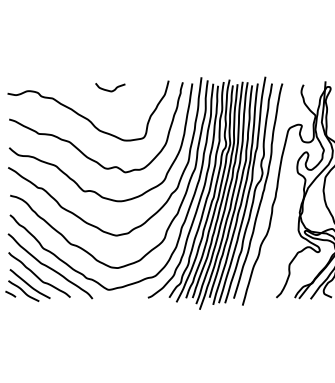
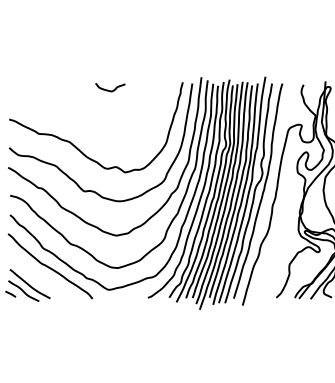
curve at (84, 116): present -> none
curve at (37, 275): present -> none
